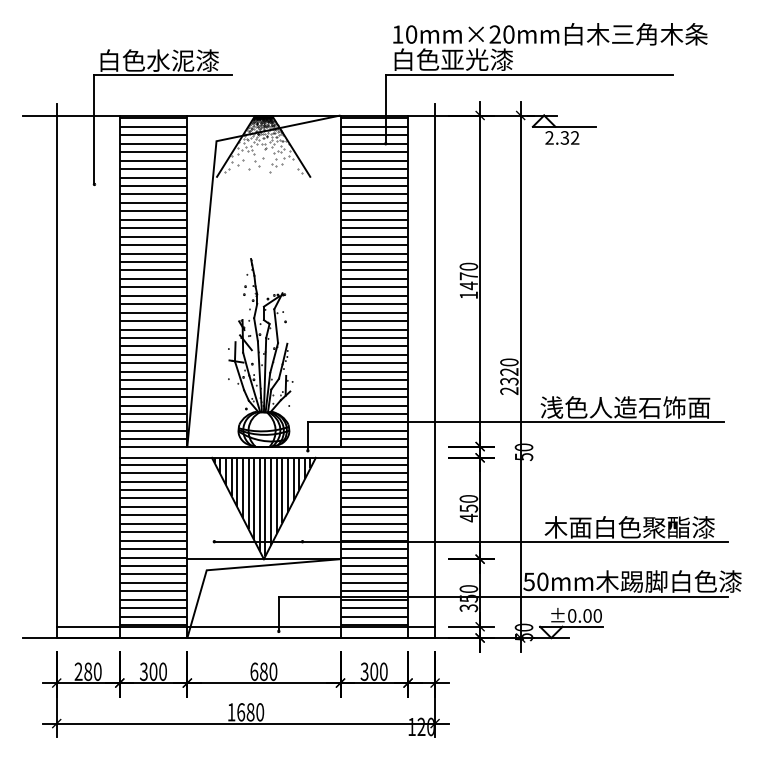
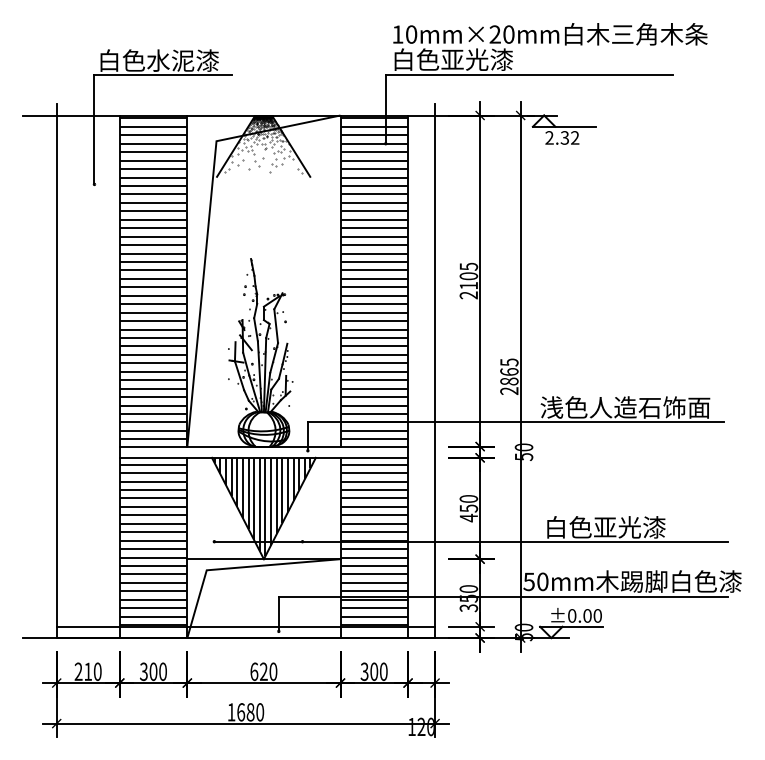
text at (468, 280): 1470 -> 2105
text at (509, 371): 2320 -> 2865
text at (629, 527): 木面白色聚酯漆 -> 白色亚光漆
text at (88, 671): 280 -> 210
text at (263, 671): 680 -> 620
